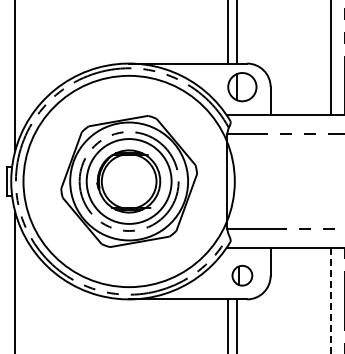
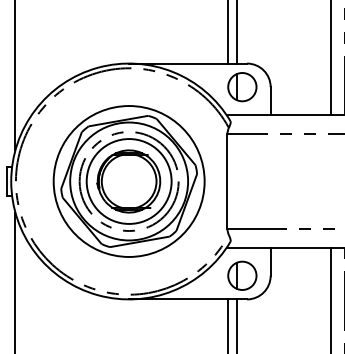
circle at (128, 181) diameter: 211 px -> 151 px
part at (242, 275) size: 23x23 px -> 31x31 px
line at (330, 300): dashed -> solid
